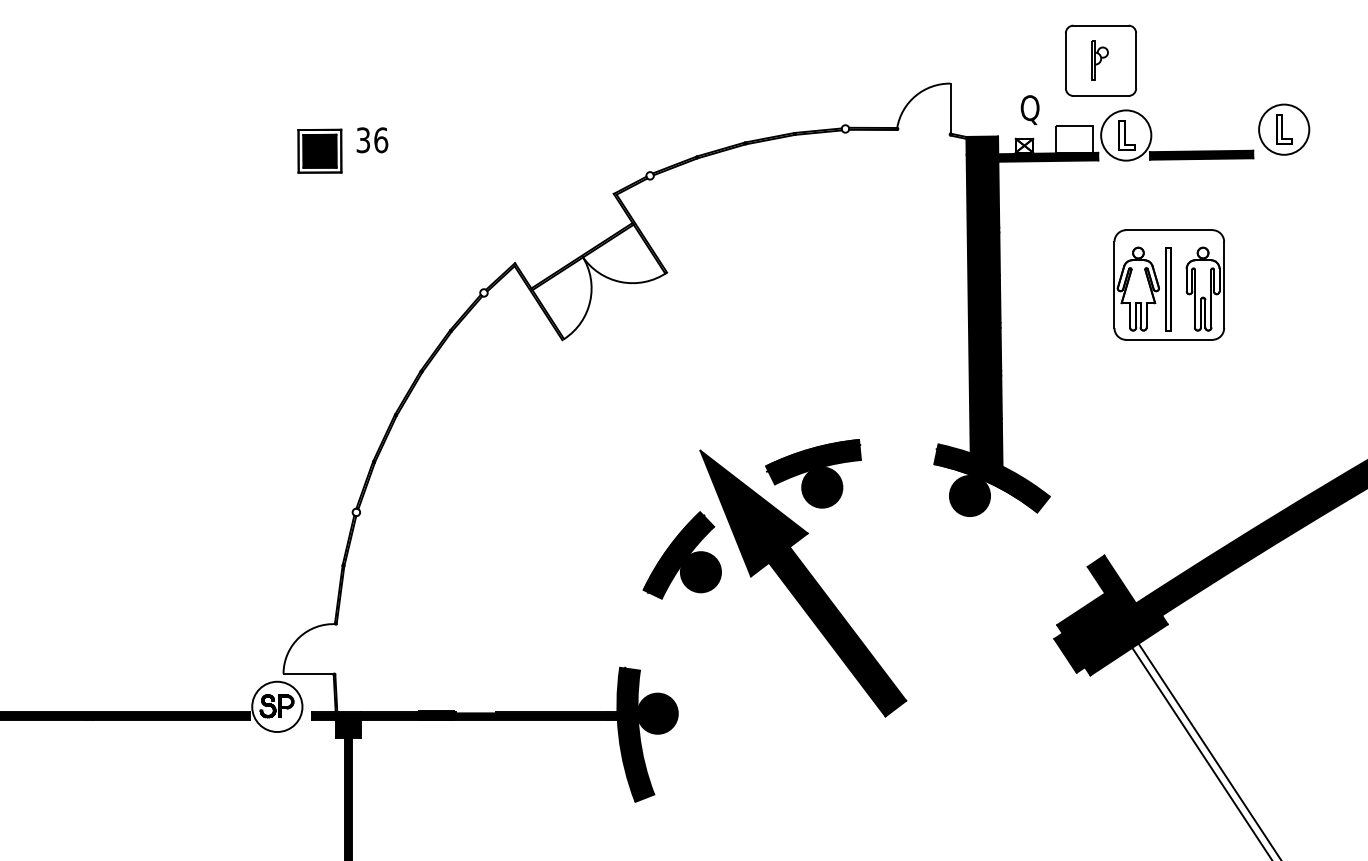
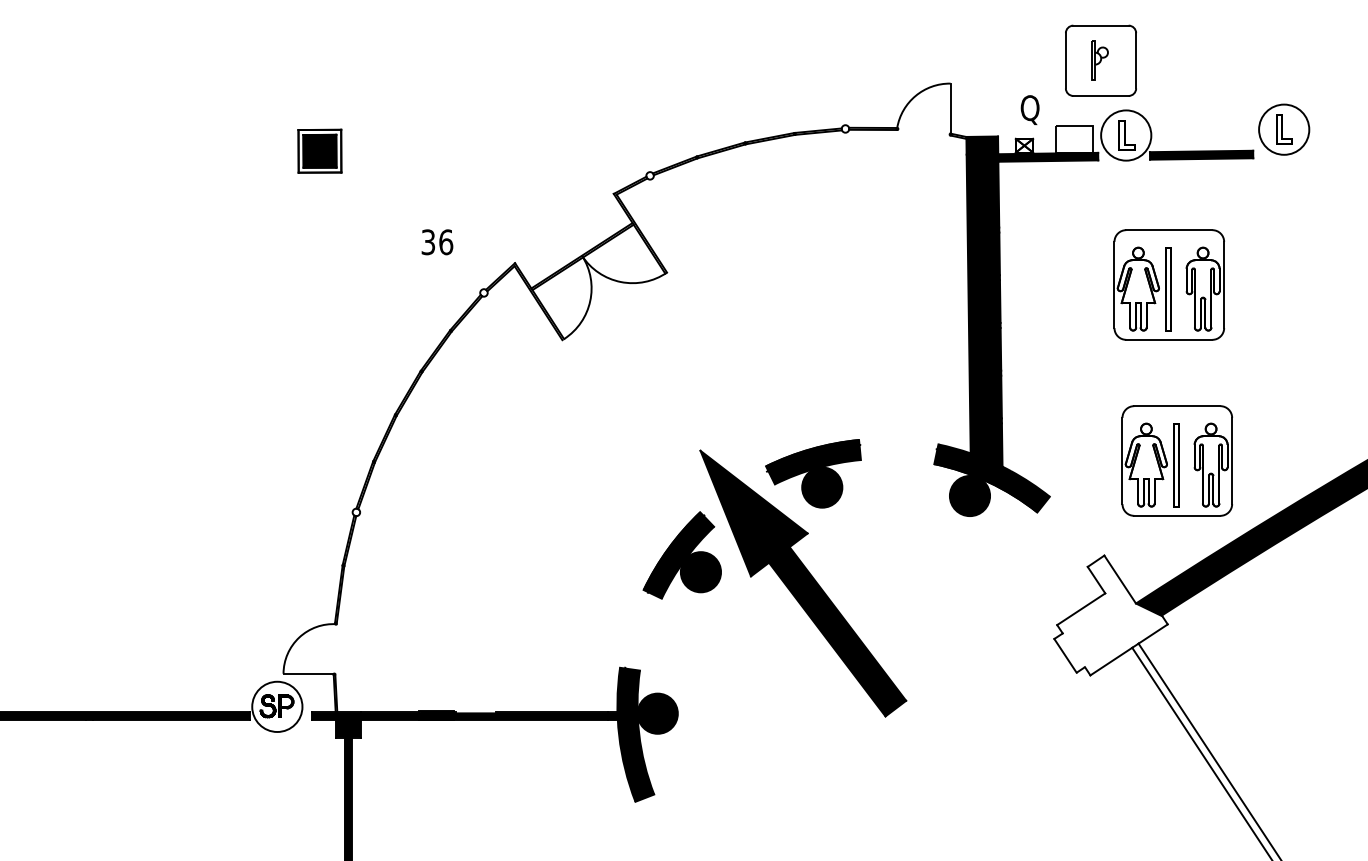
text at (372, 140) position: (372, 140) -> (437, 242)
part at (1176, 460): none -> present
fill at (1110, 615): present -> none
